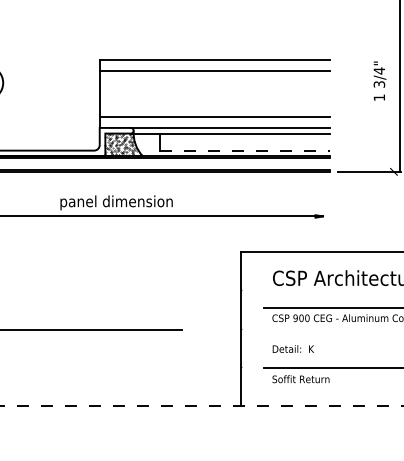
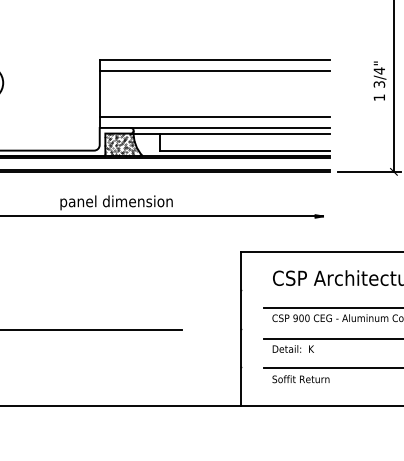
line at (399, 86) position: (399, 86) -> (393, 86)
line at (245, 150): dashed -> solid
line at (331, 339): none -> present
line at (201, 405): dashed -> solid
